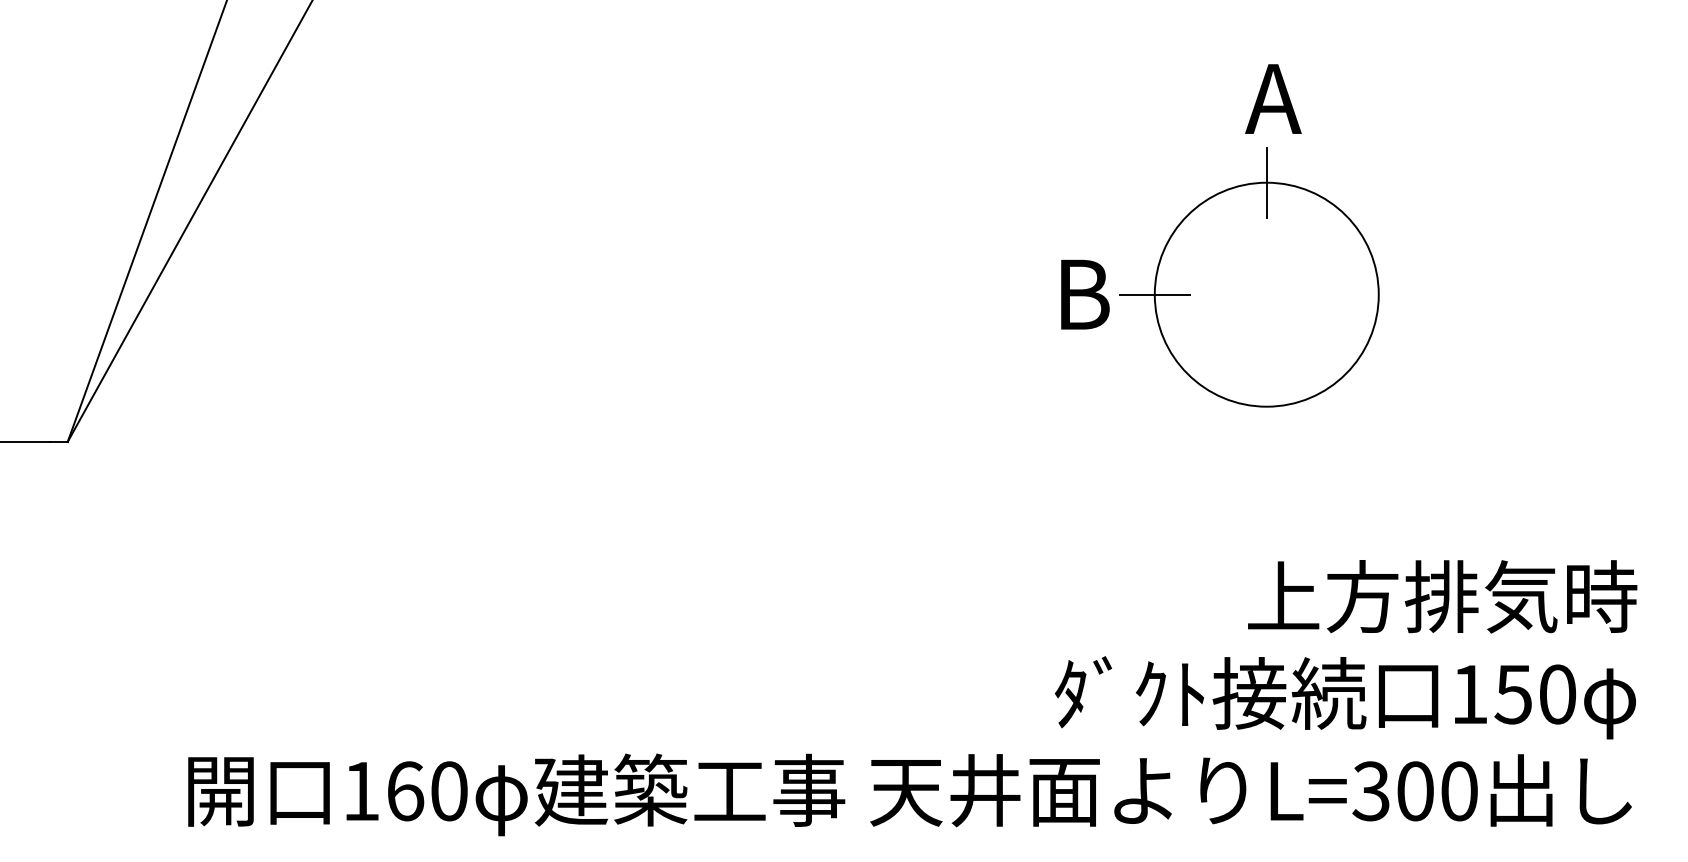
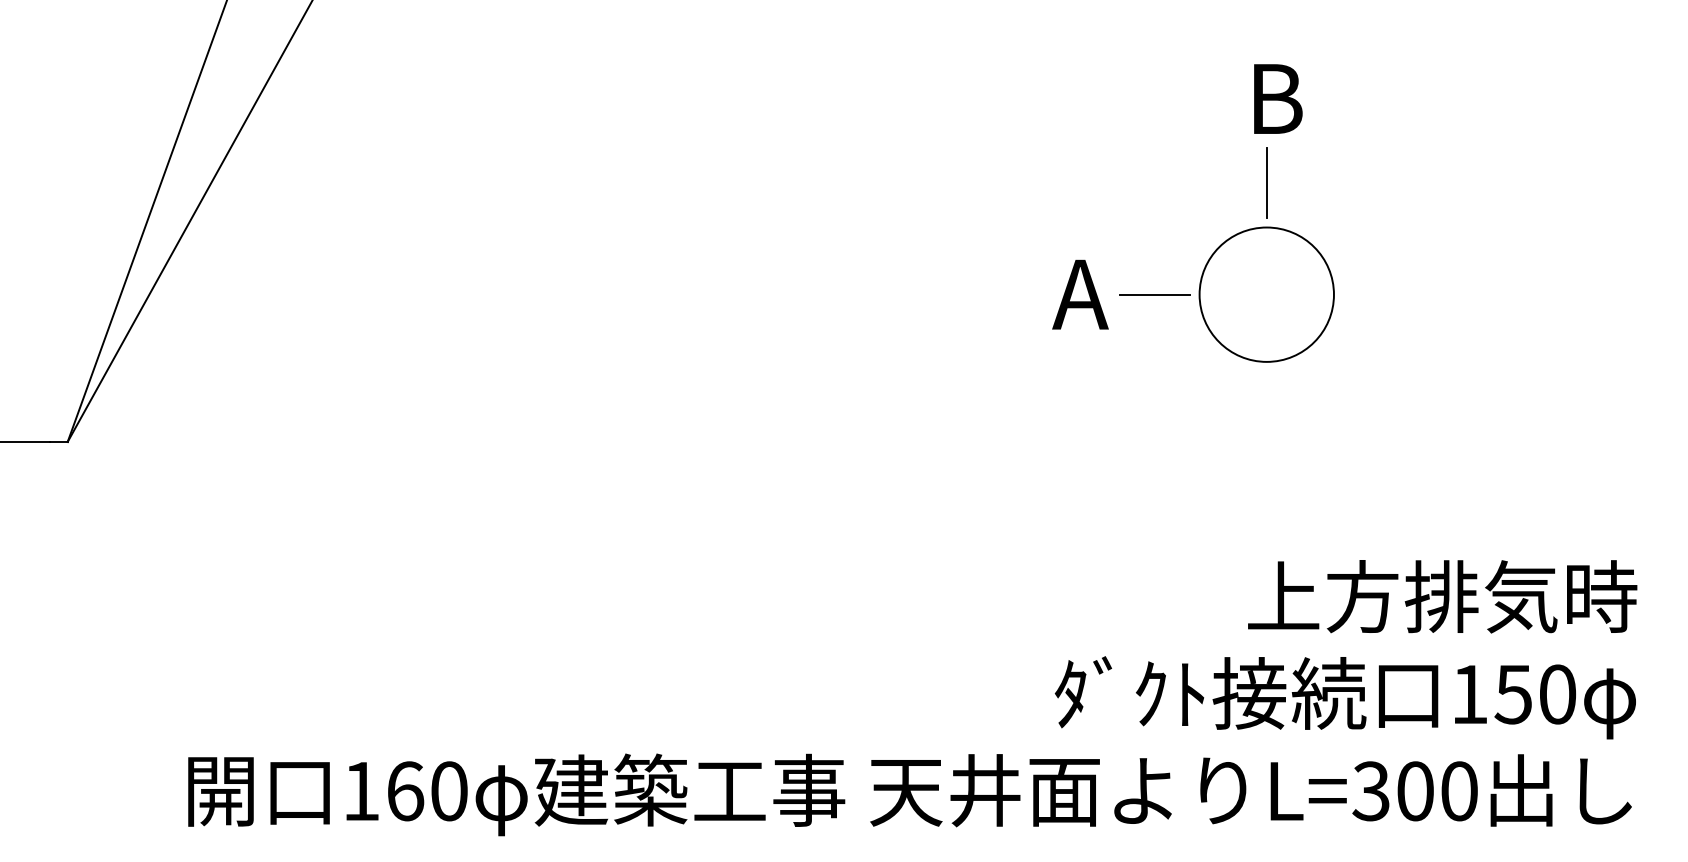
text at (1273, 98): A -> B
text at (1080, 294): B -> A
circle at (1266, 294) diameter: 224 px -> 134 px
